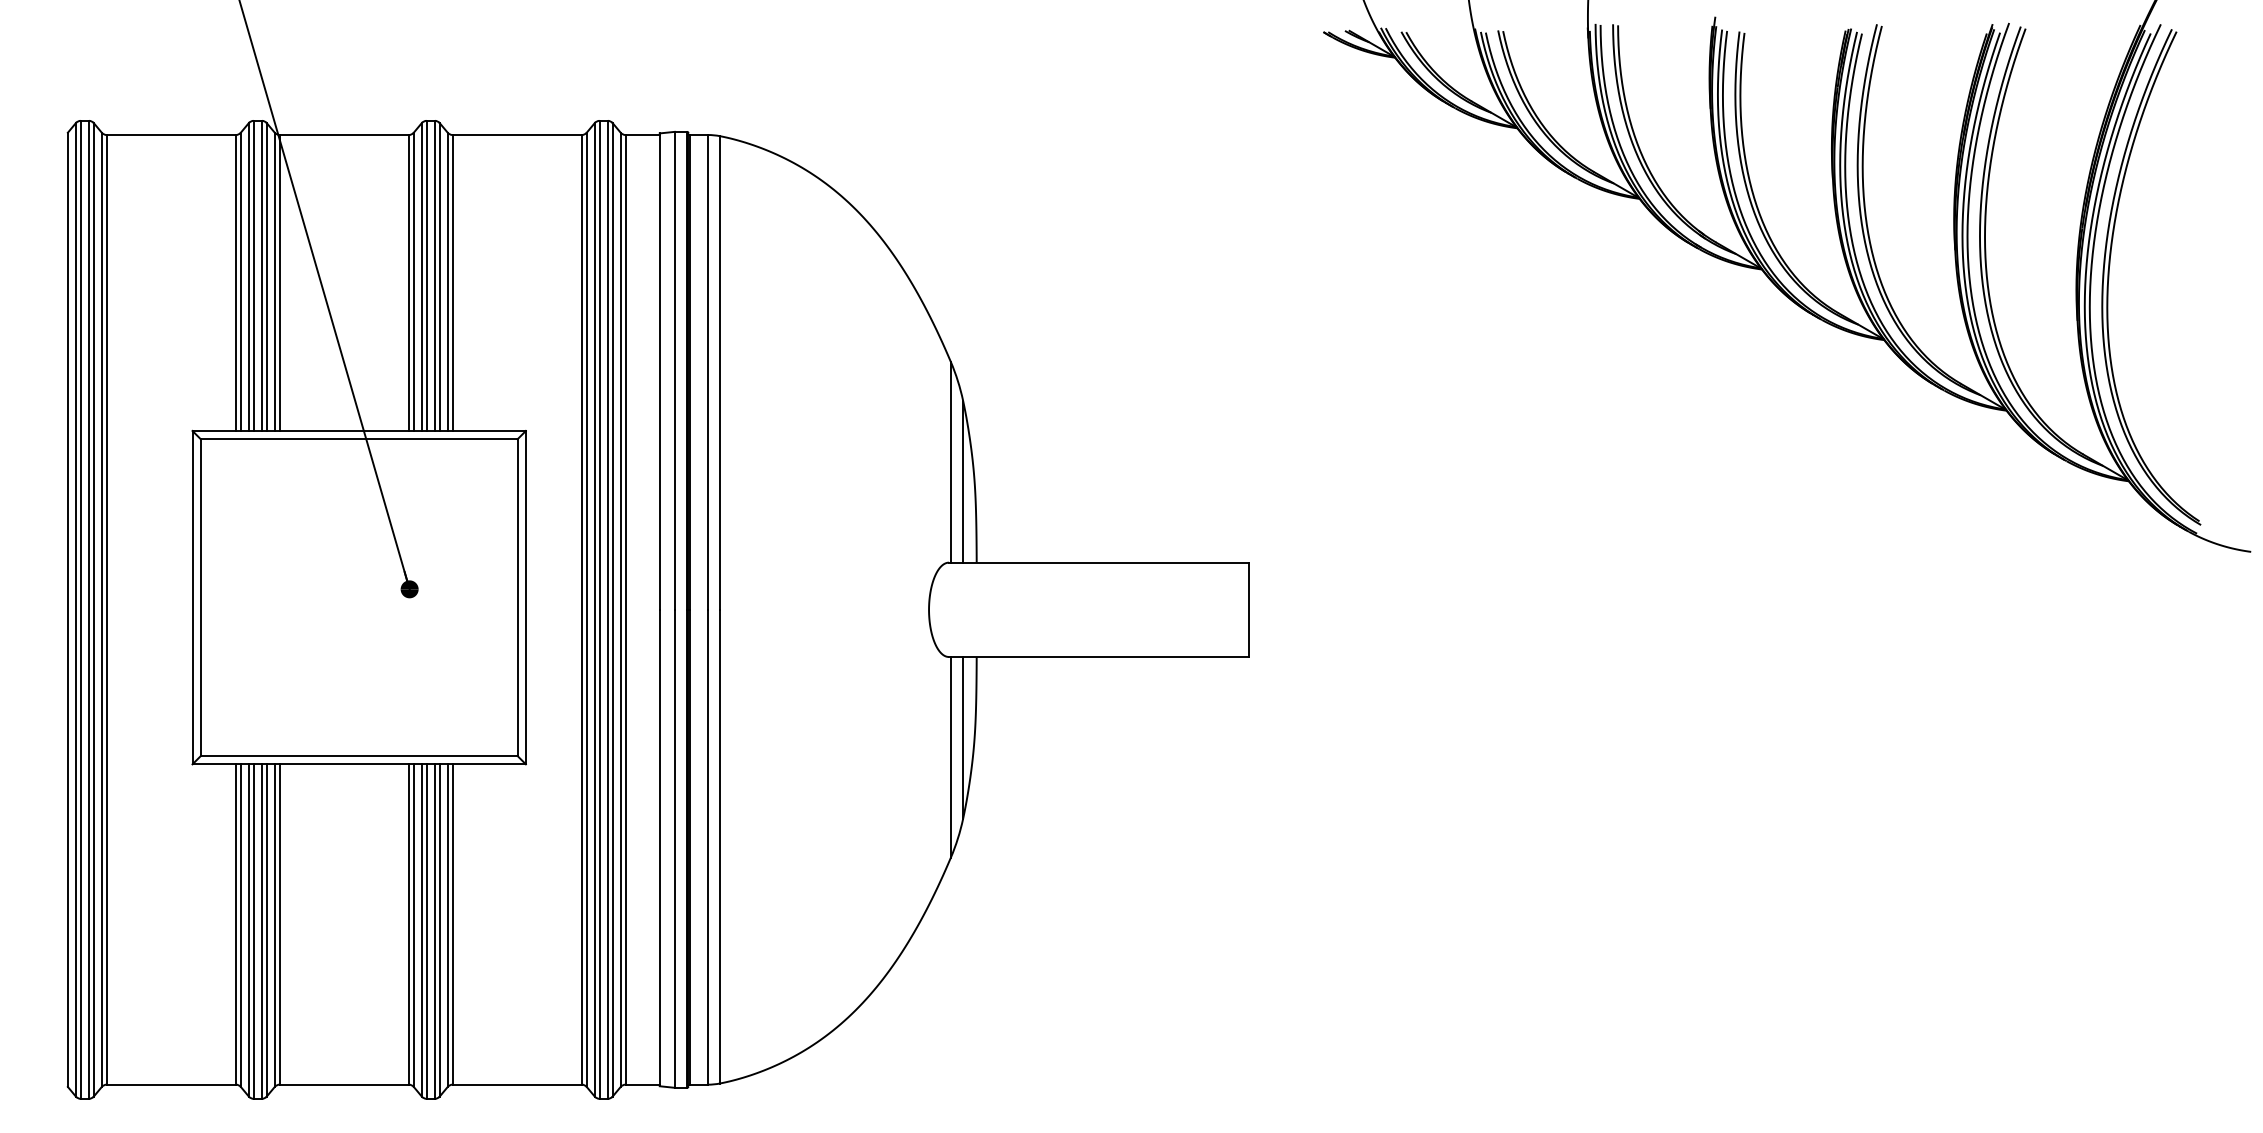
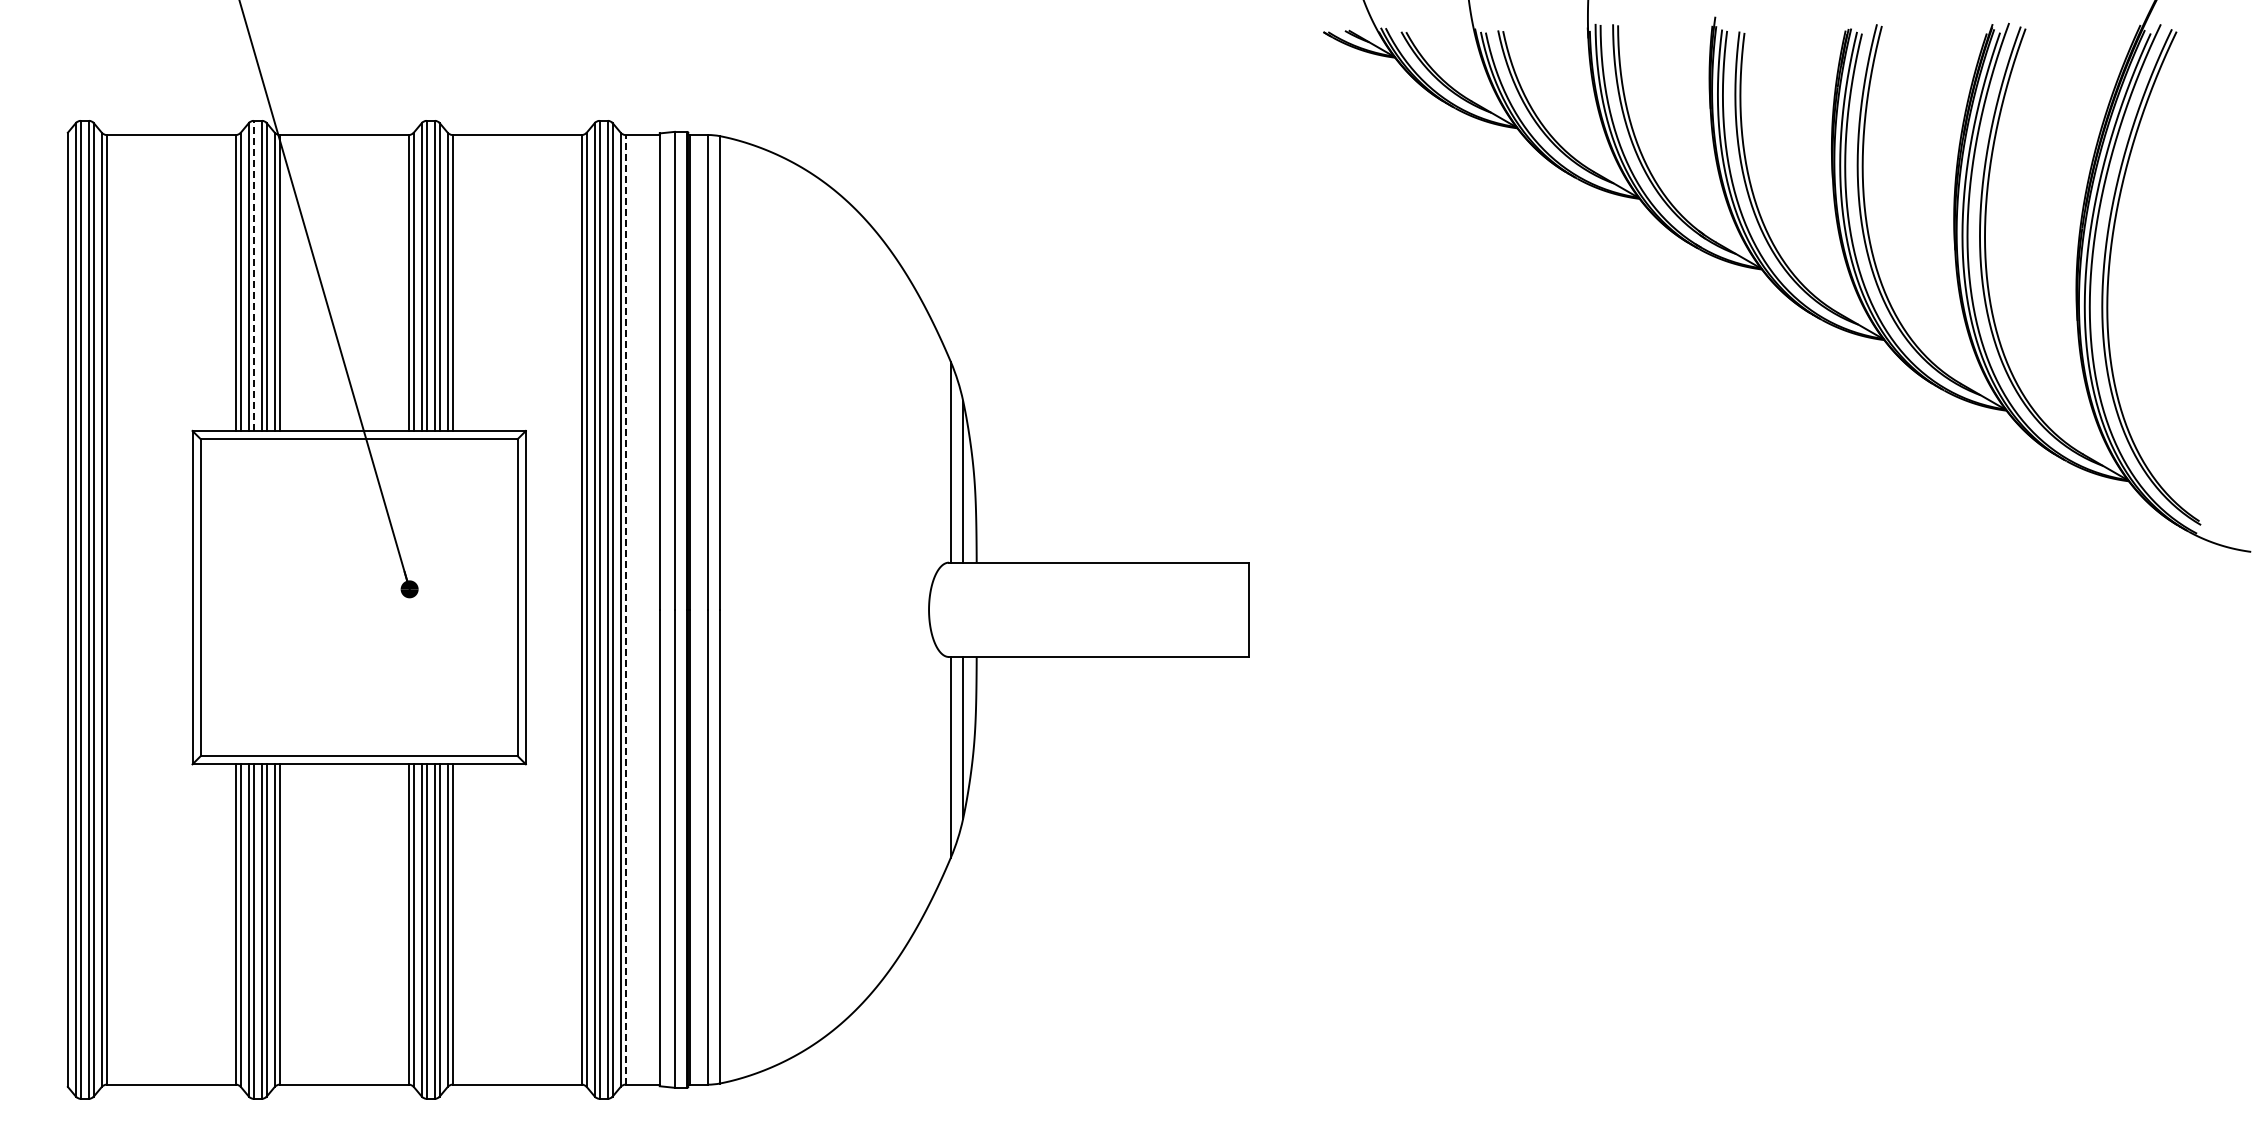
line at (253, 275): solid -> dashed
line at (625, 609): solid -> dashed
